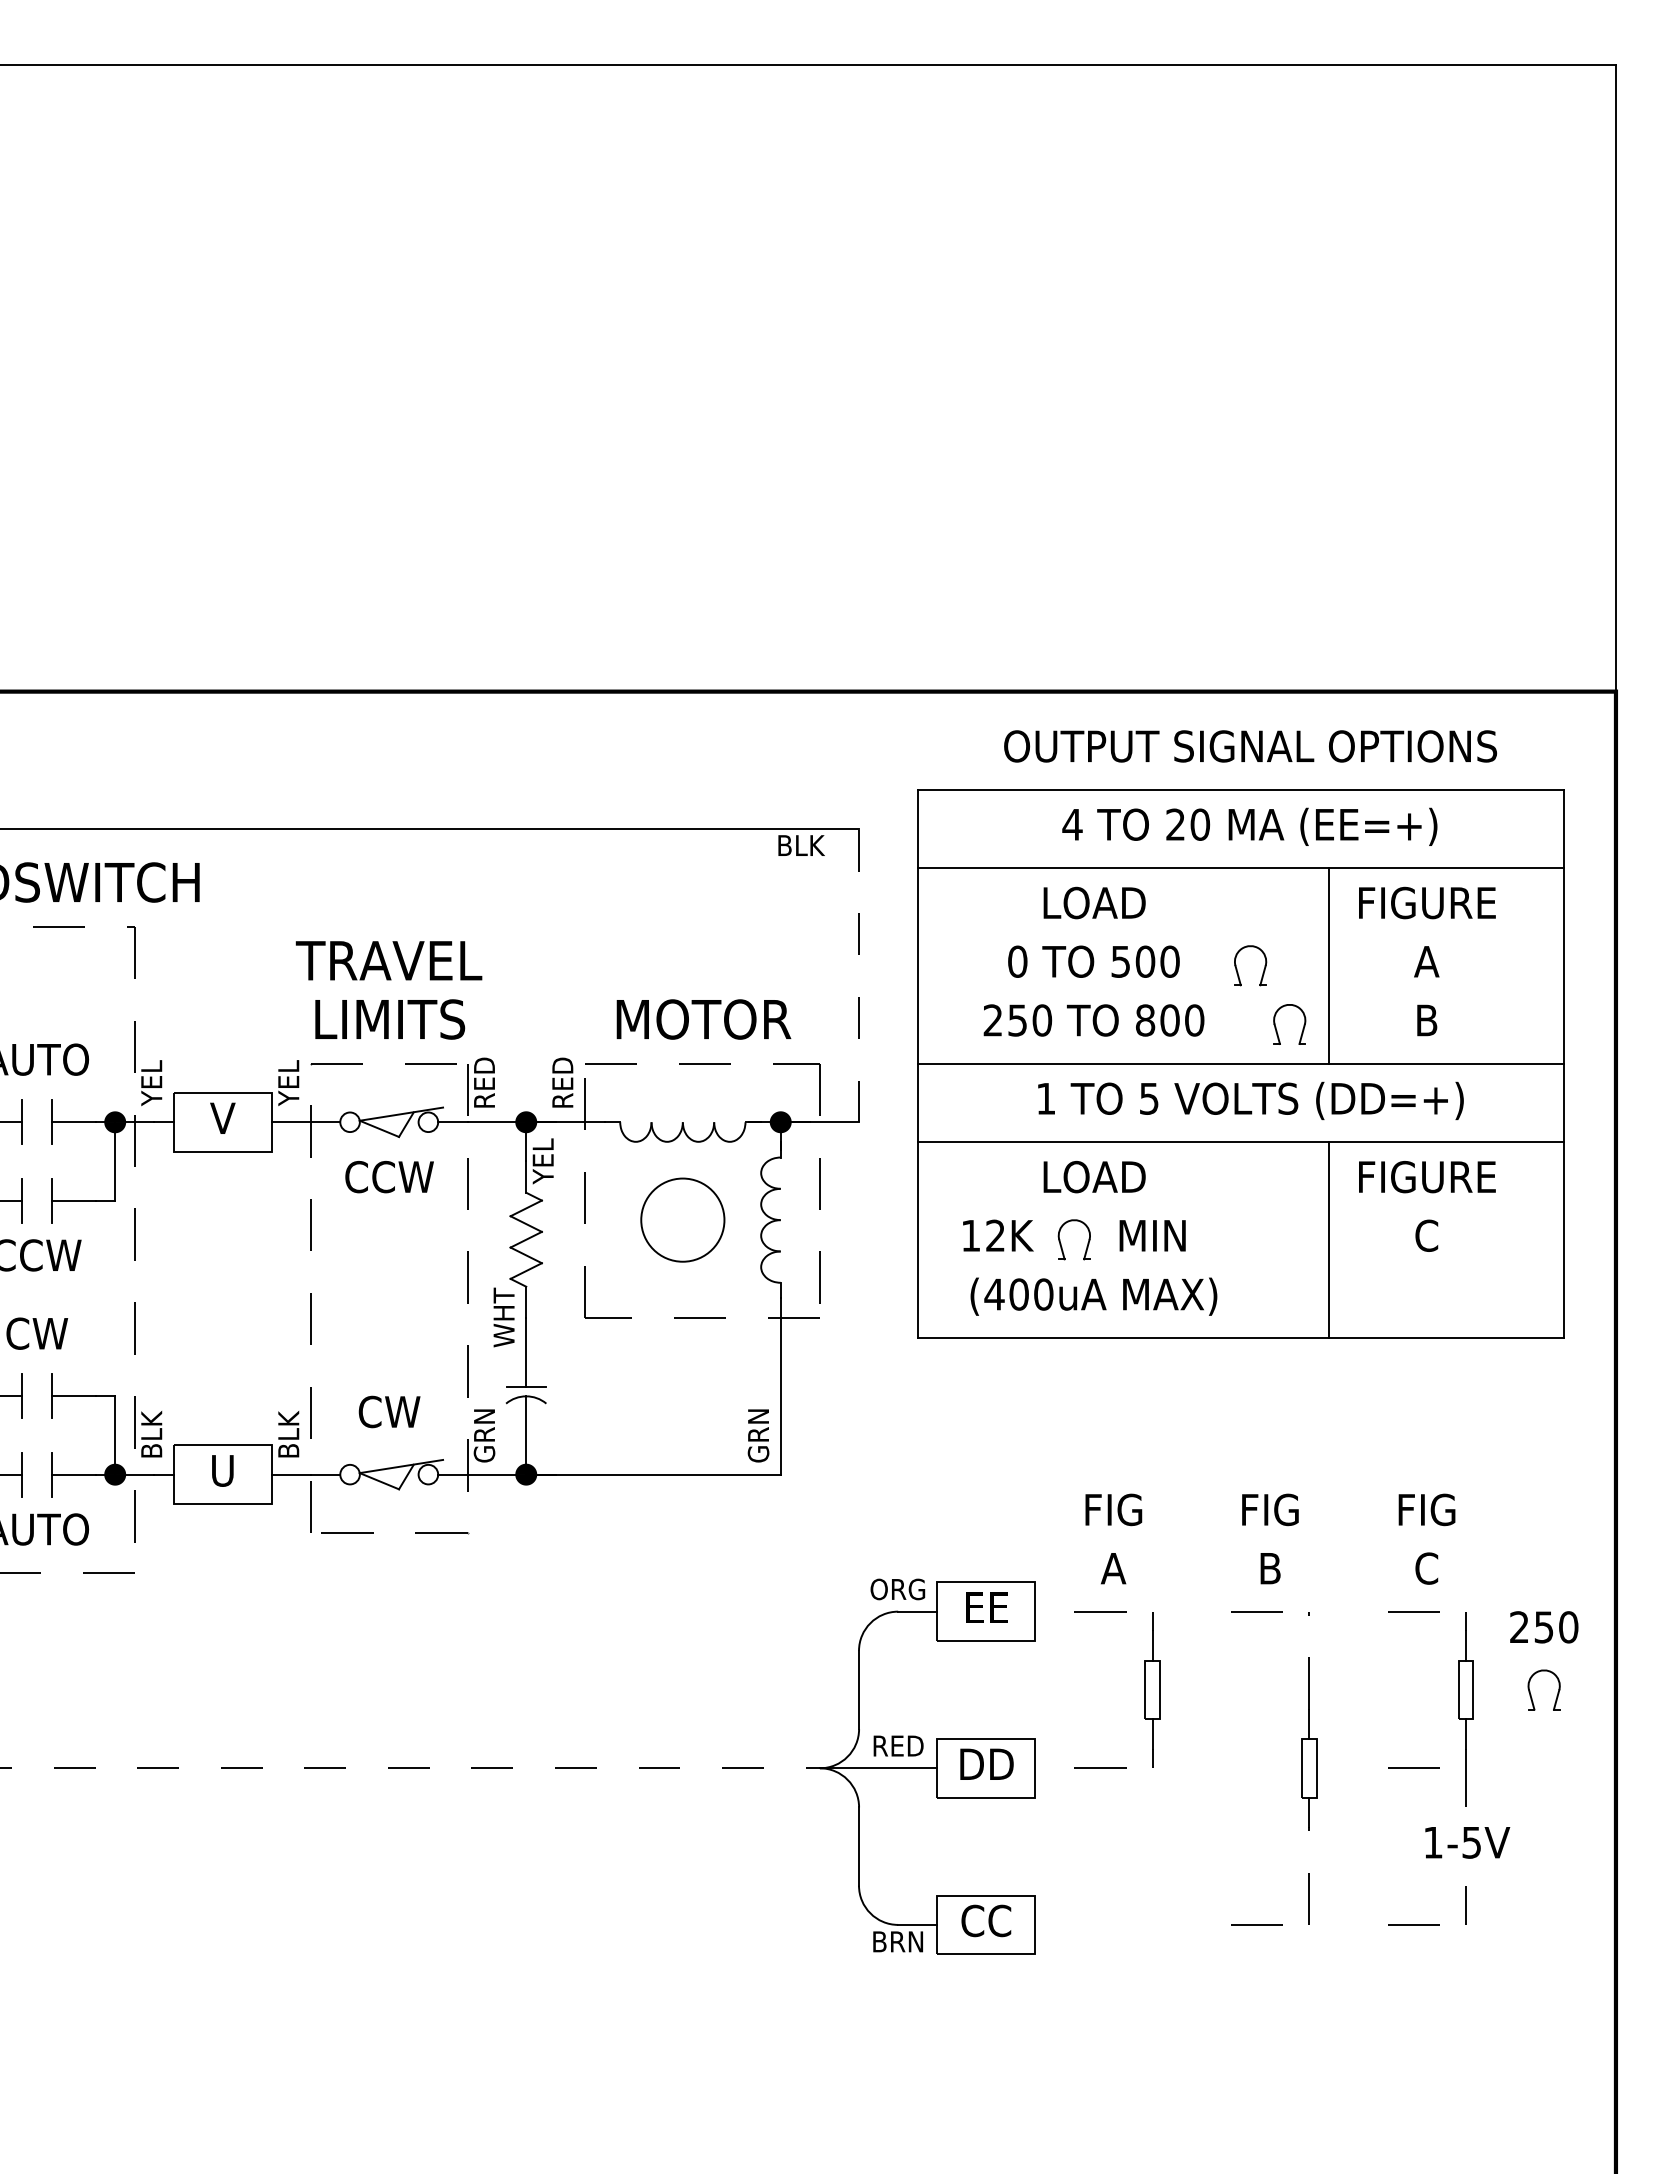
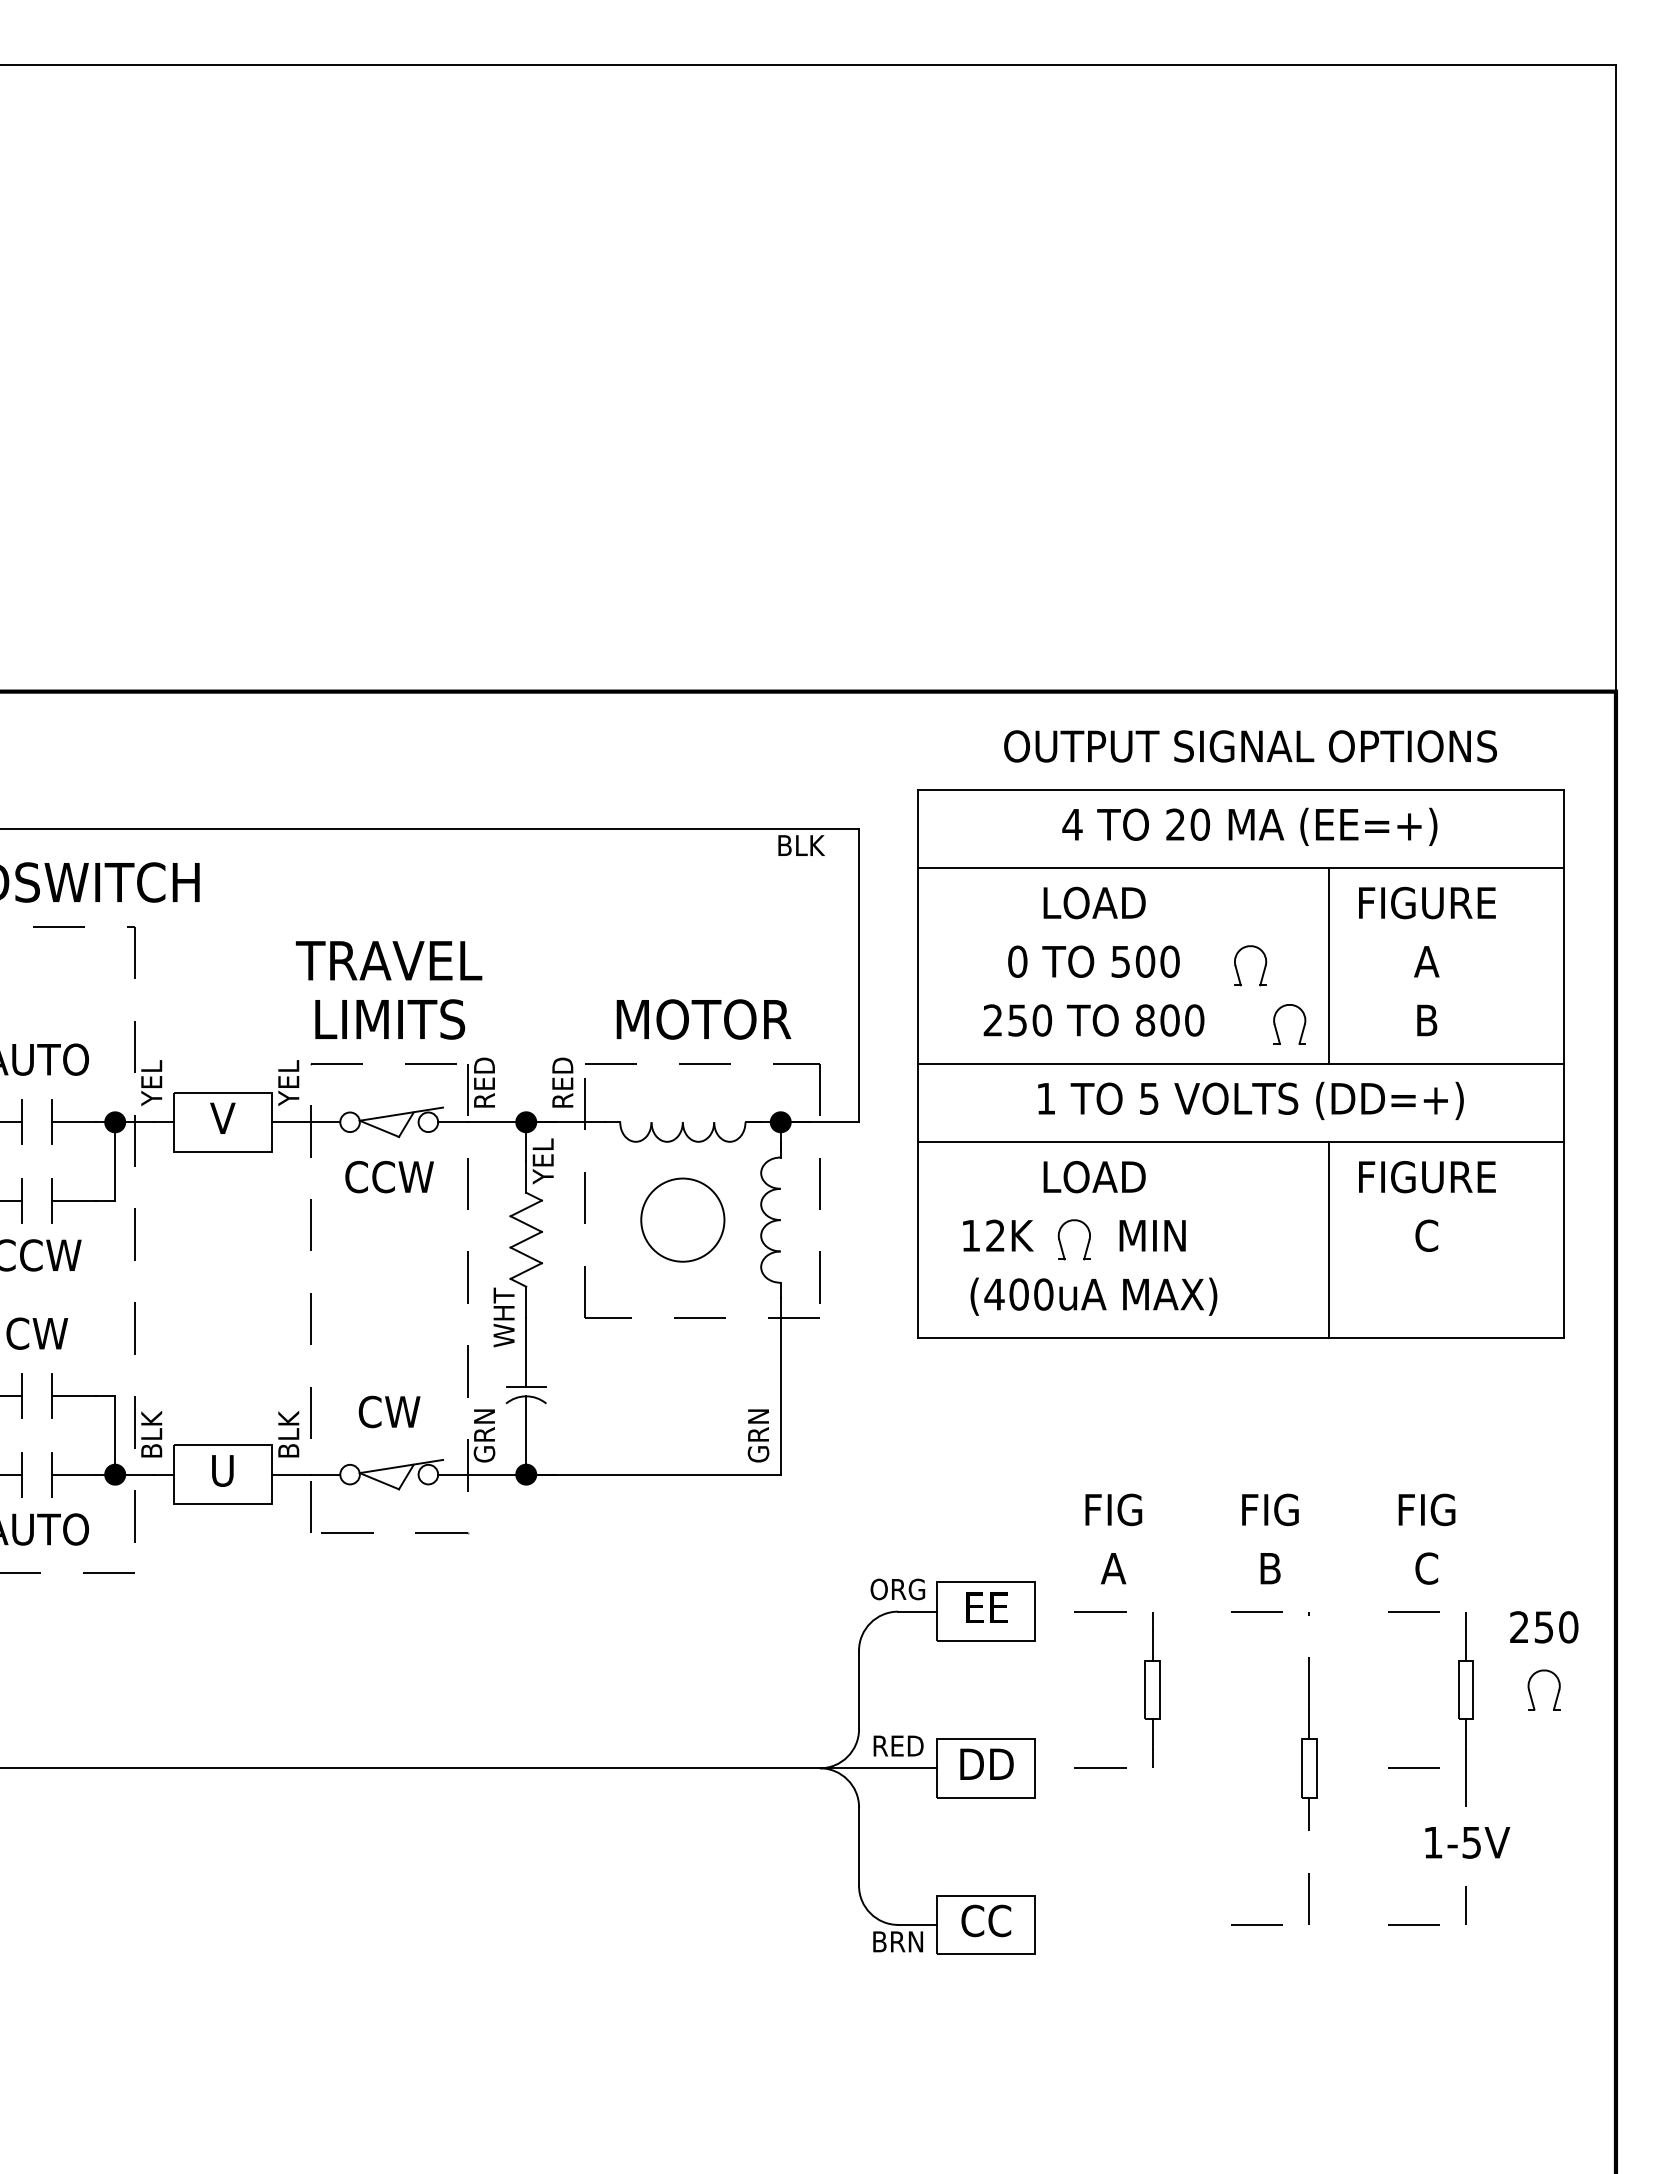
line at (859, 975): dashed -> solid
line at (410, 1768): dashed -> solid
